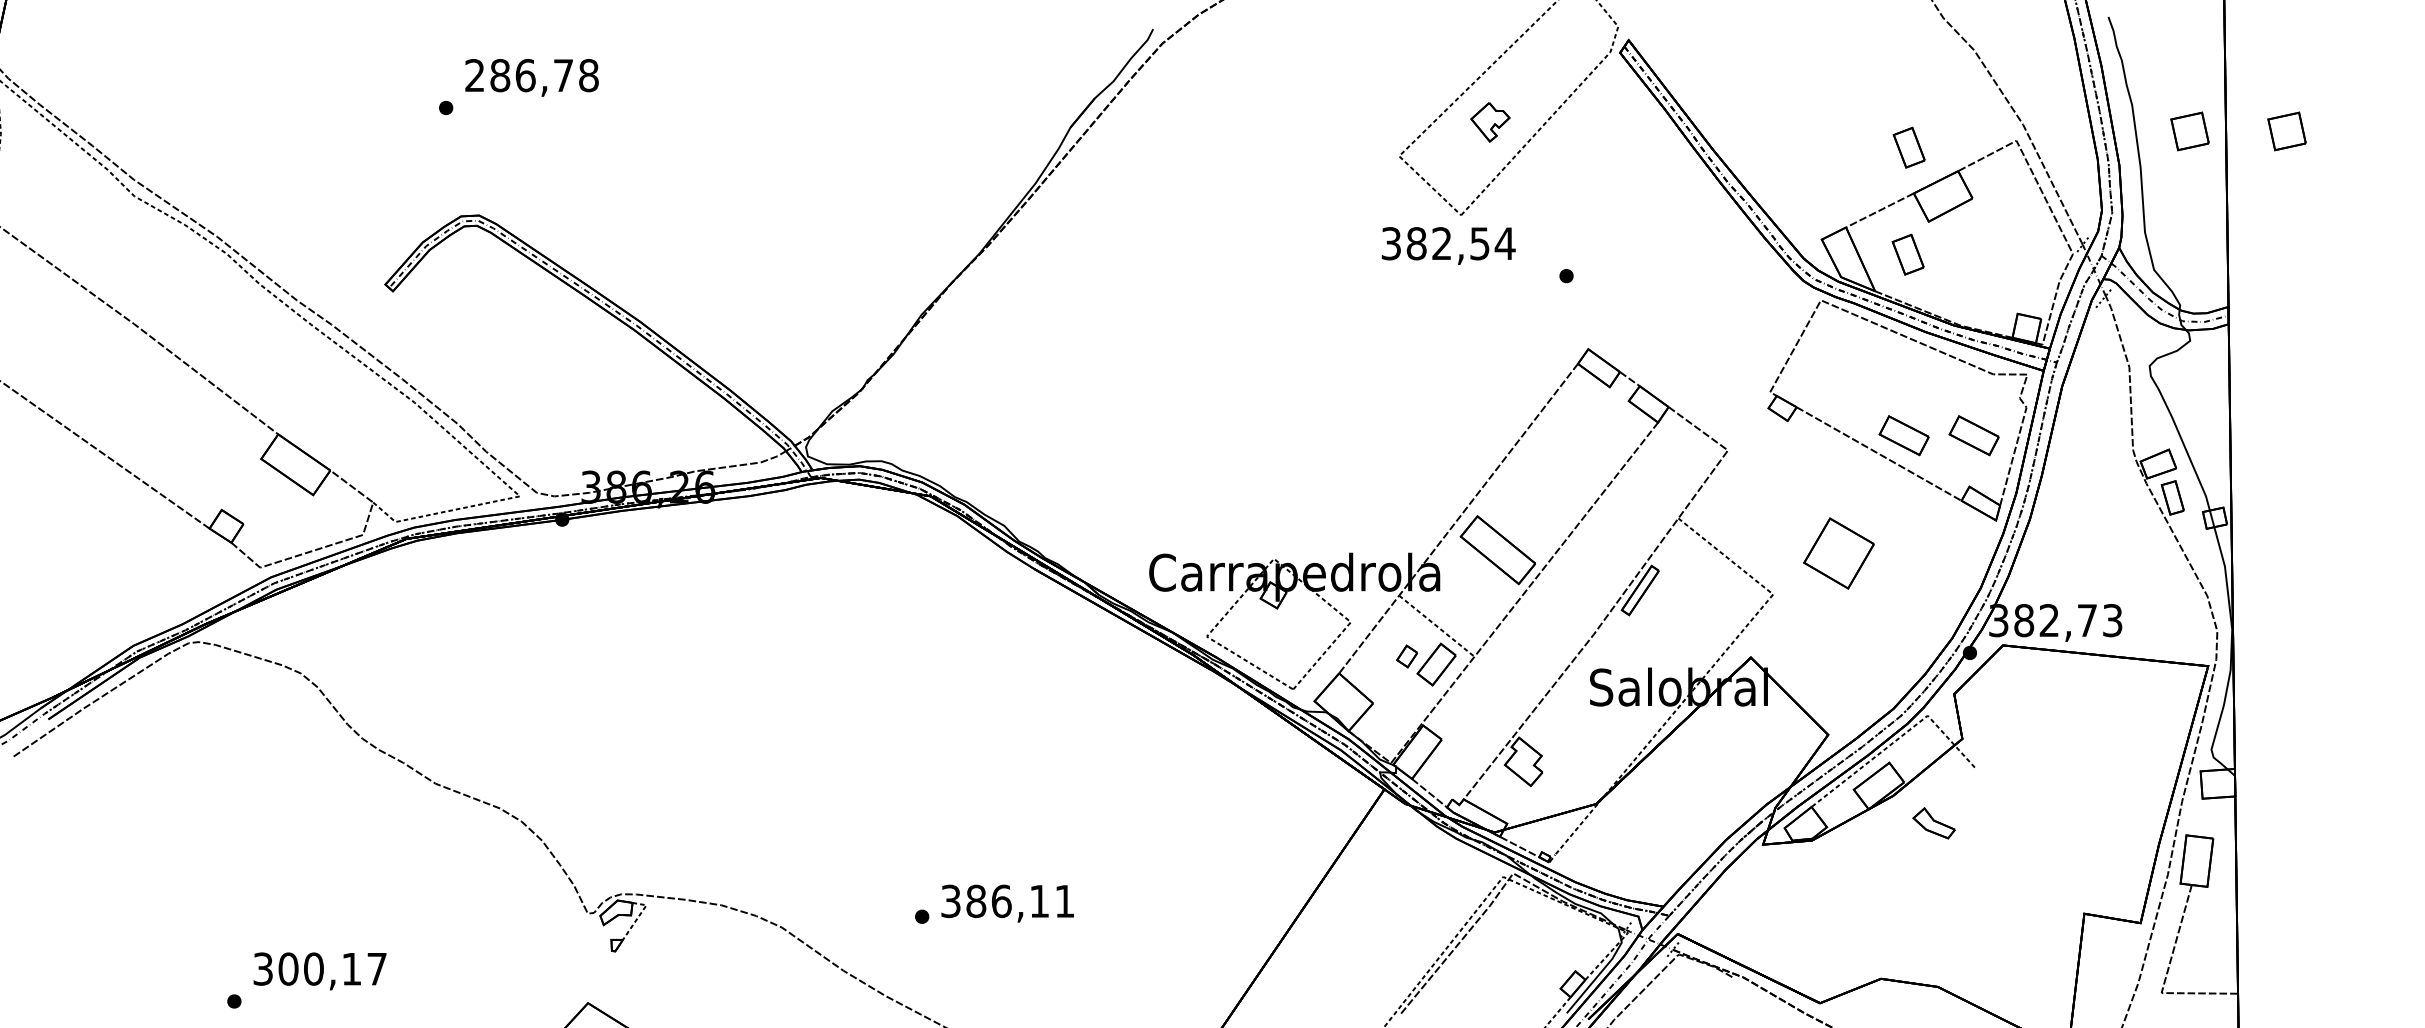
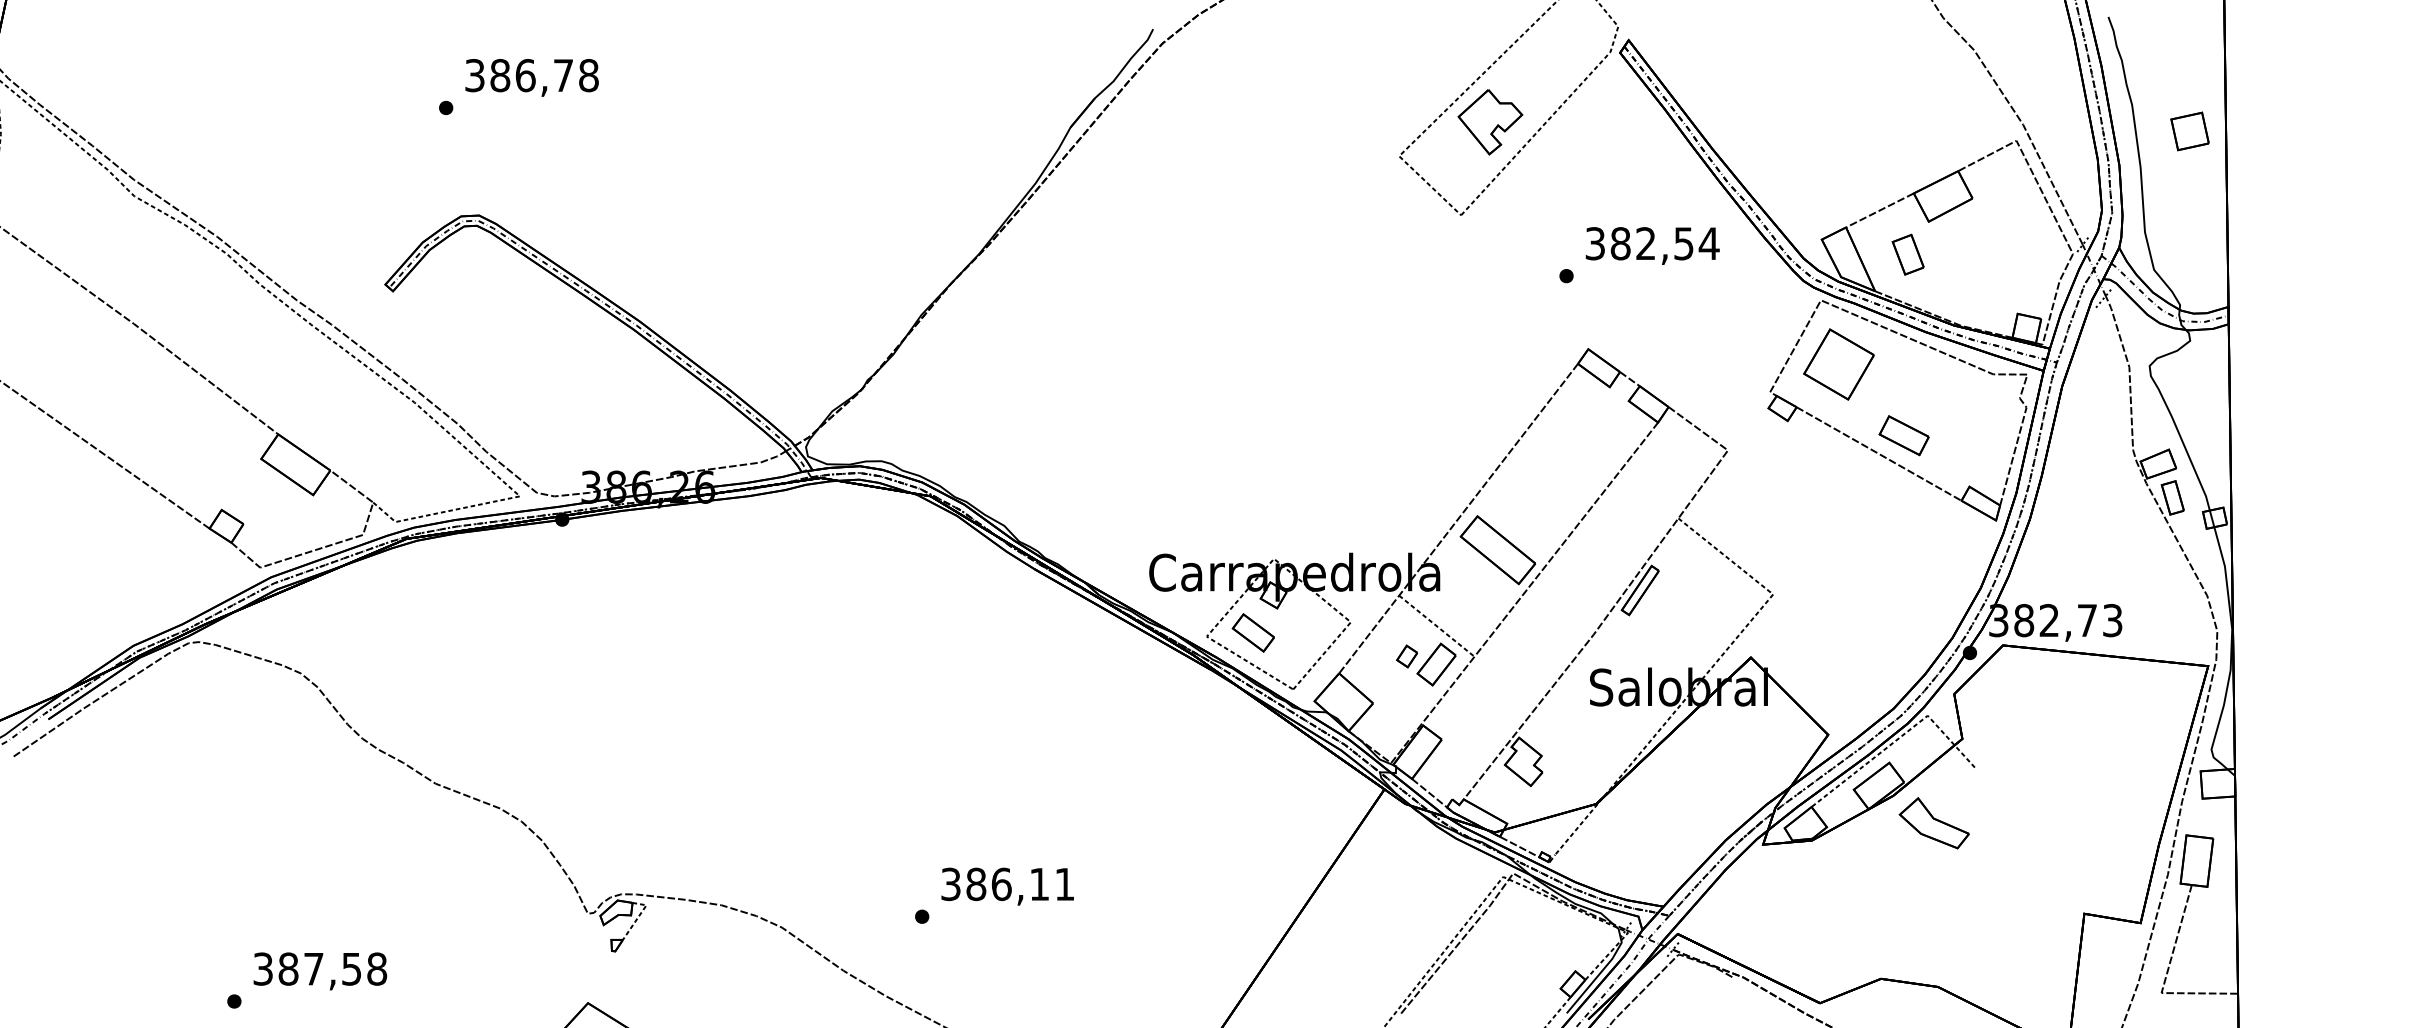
text at (474, 75): 286,78 -> 386,78
part at (1490, 122) size: 41x41 px -> 67x67 px
part at (2286, 131): present -> none
part at (1908, 147): present -> none
text at (1448, 245) position: (1448, 245) -> (1652, 245)
part at (1973, 435): present -> none
part at (1838, 553) position: (1838, 553) -> (1838, 364)
part at (1252, 632): none -> present
part at (1933, 823) size: 44x33 px -> 72x53 px
text at (1007, 903) position: (1007, 903) -> (1007, 886)
text at (332, 968): 300,17 -> 387,58
